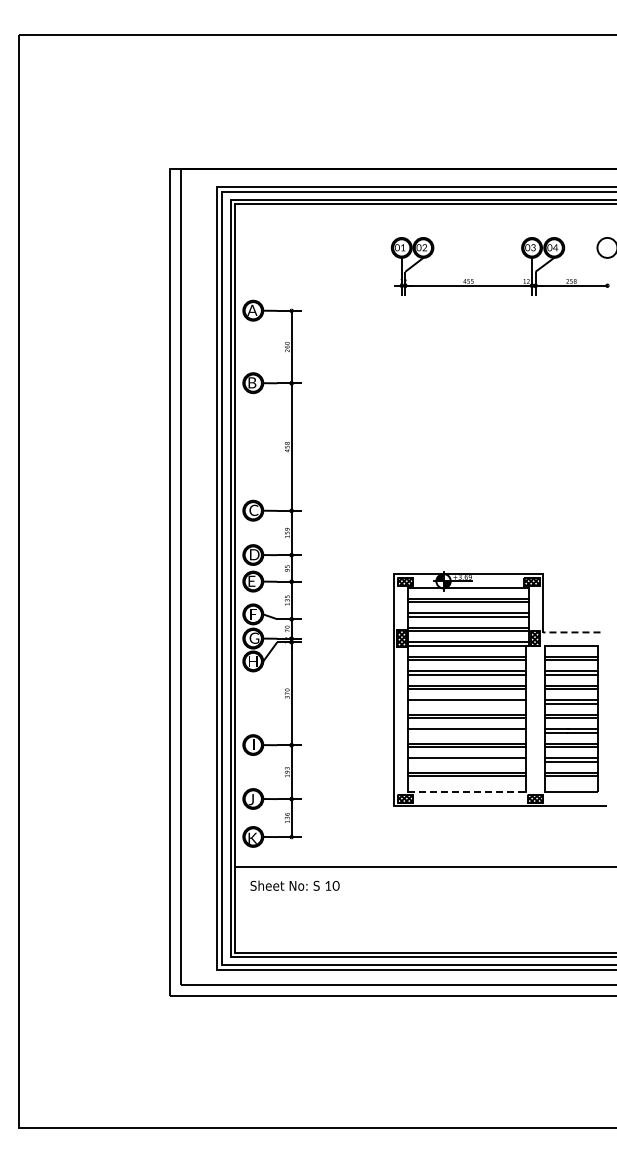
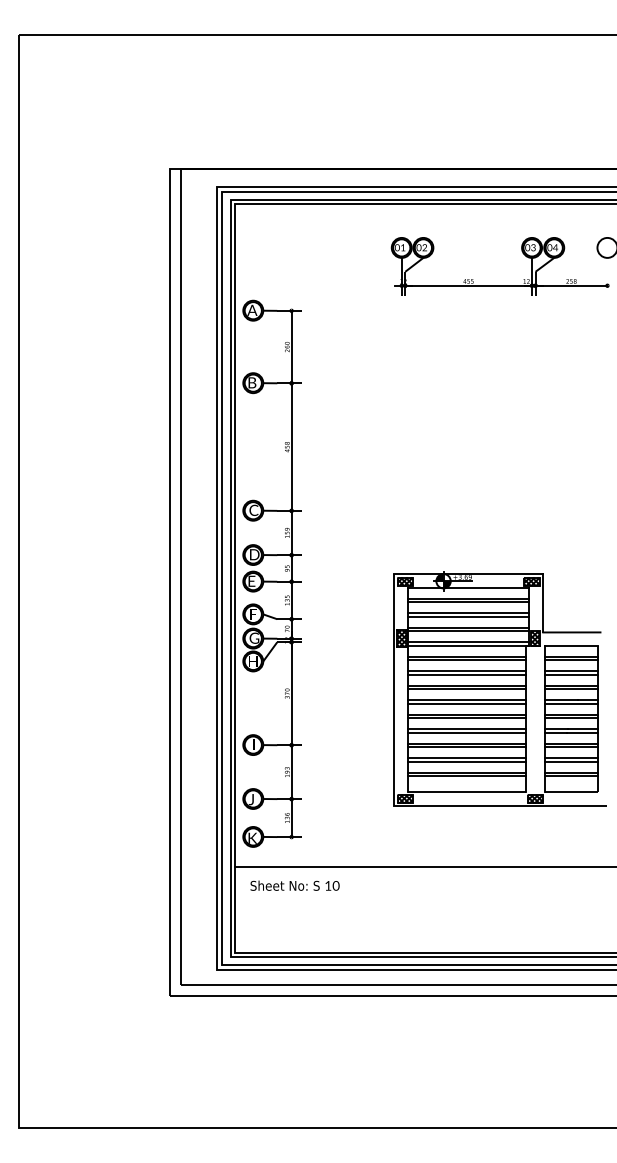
line at (571, 632): dashed -> solid
line at (466, 703): none -> present
line at (466, 732): none -> present
line at (466, 761): none -> present
line at (467, 792): dashed -> solid
